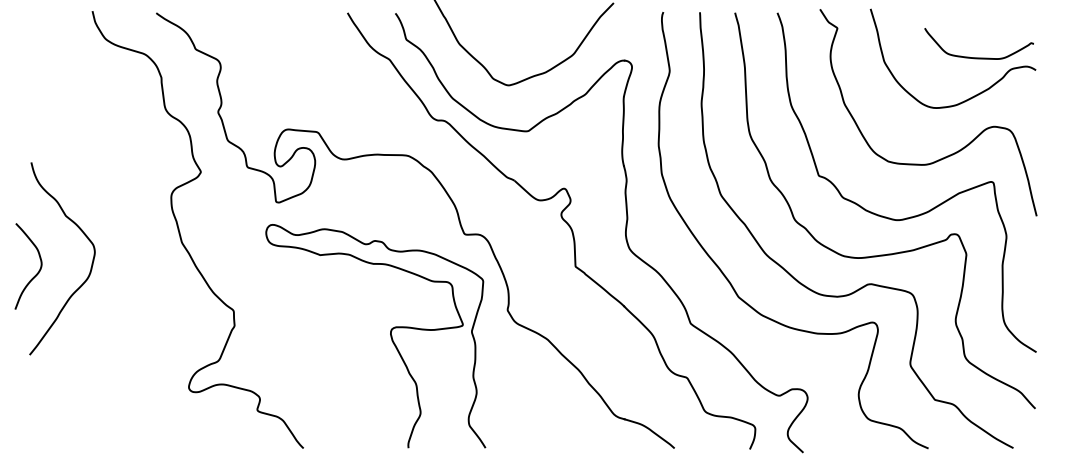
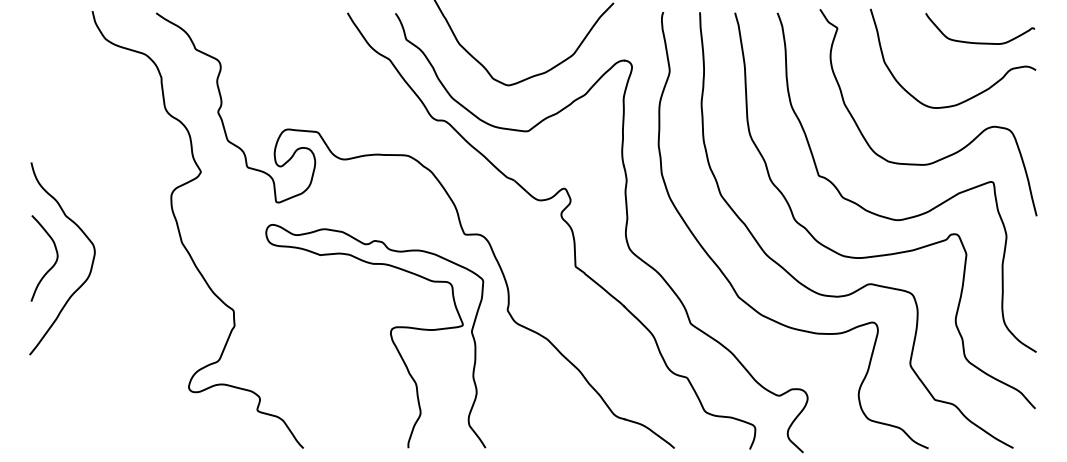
curve at (978, 57) position: (978, 57) -> (979, 42)
curve at (36, 273) position: (36, 273) -> (52, 265)
